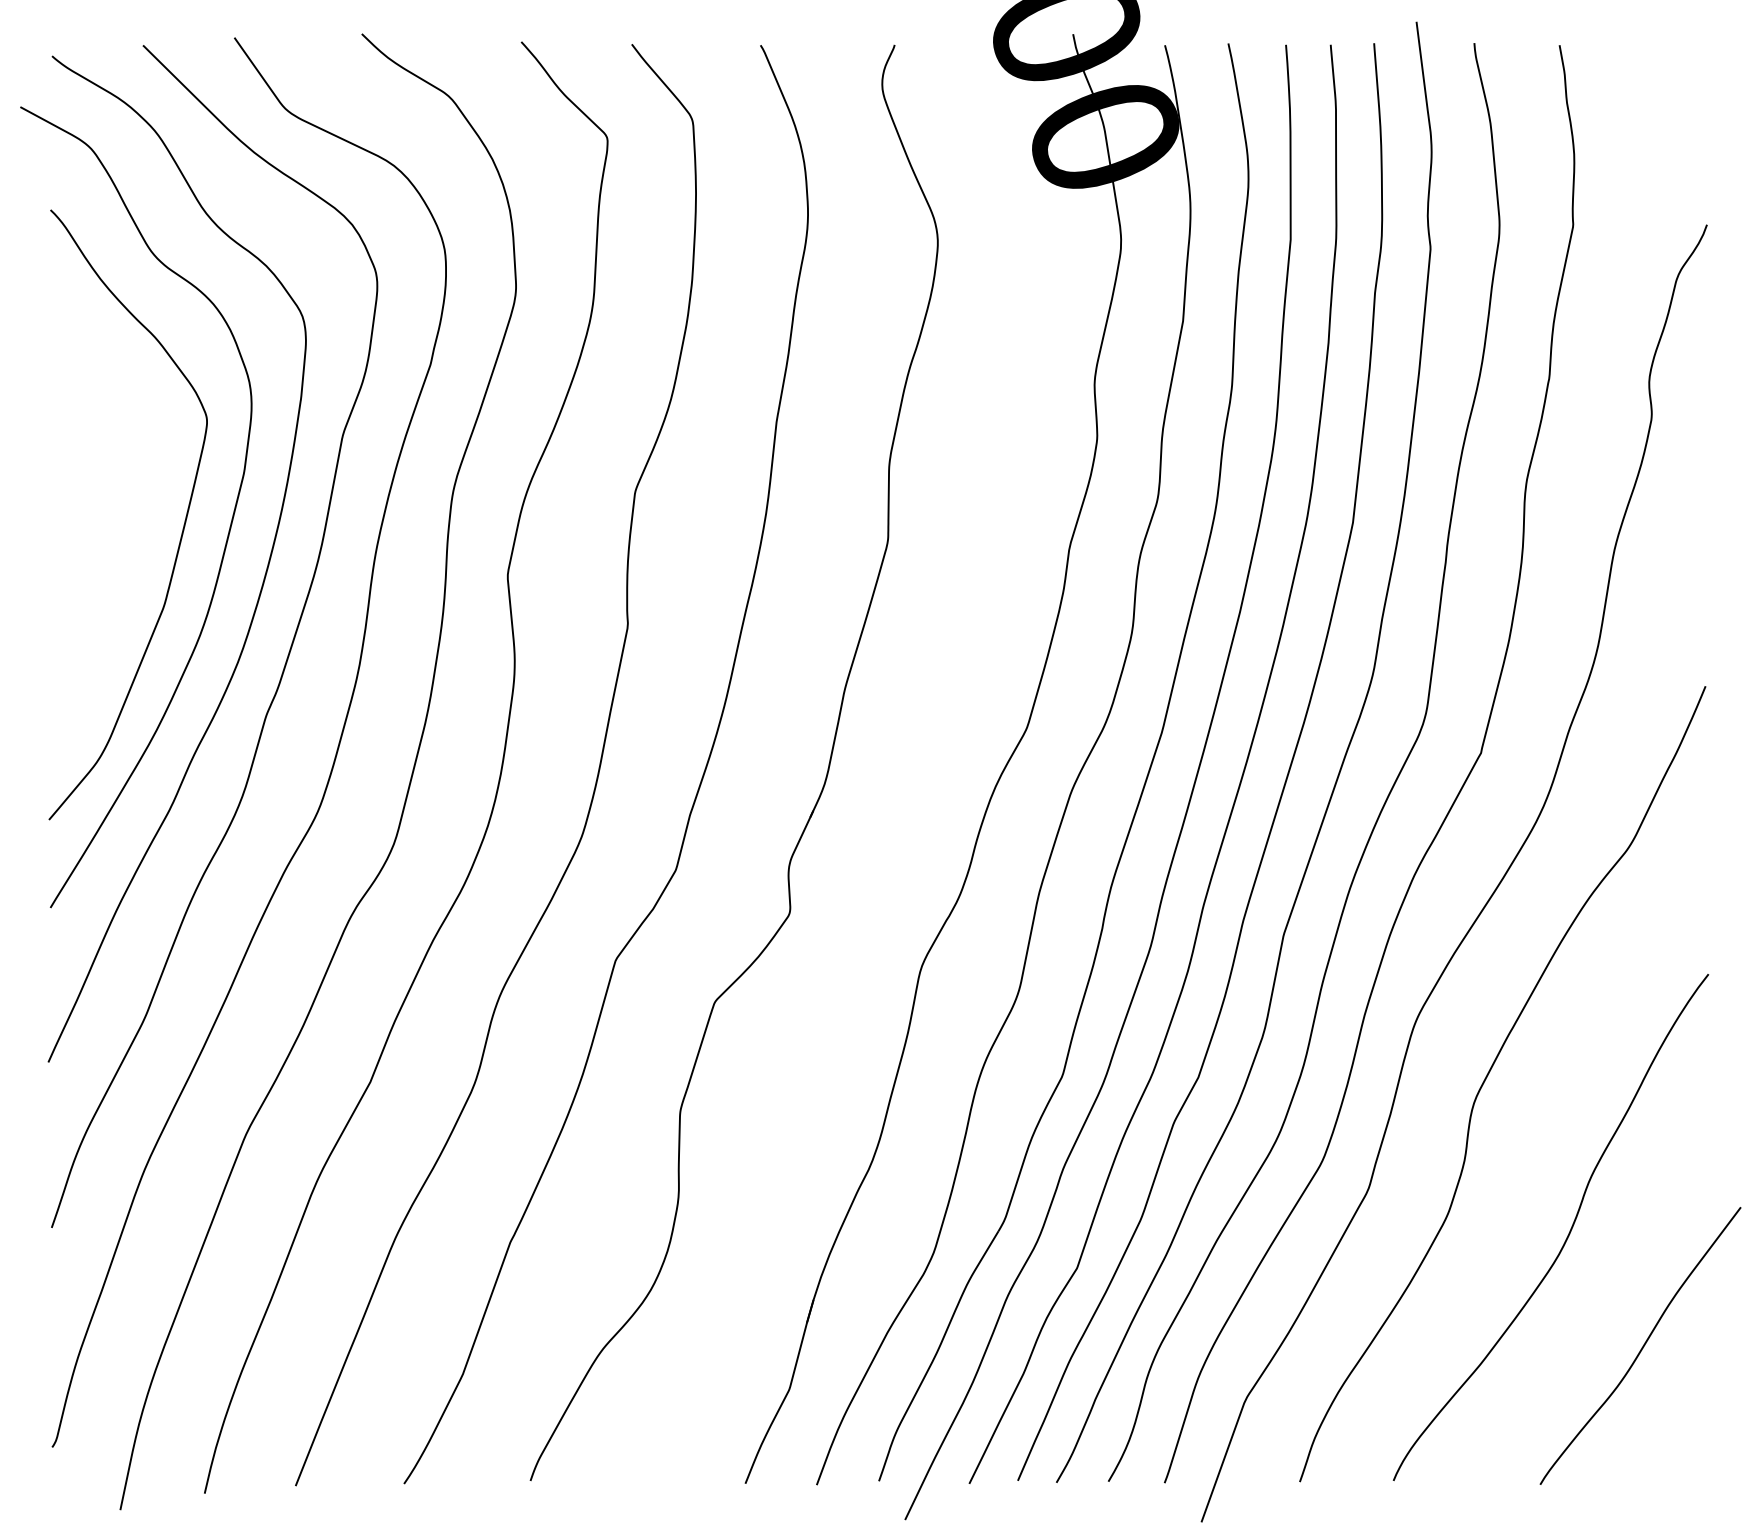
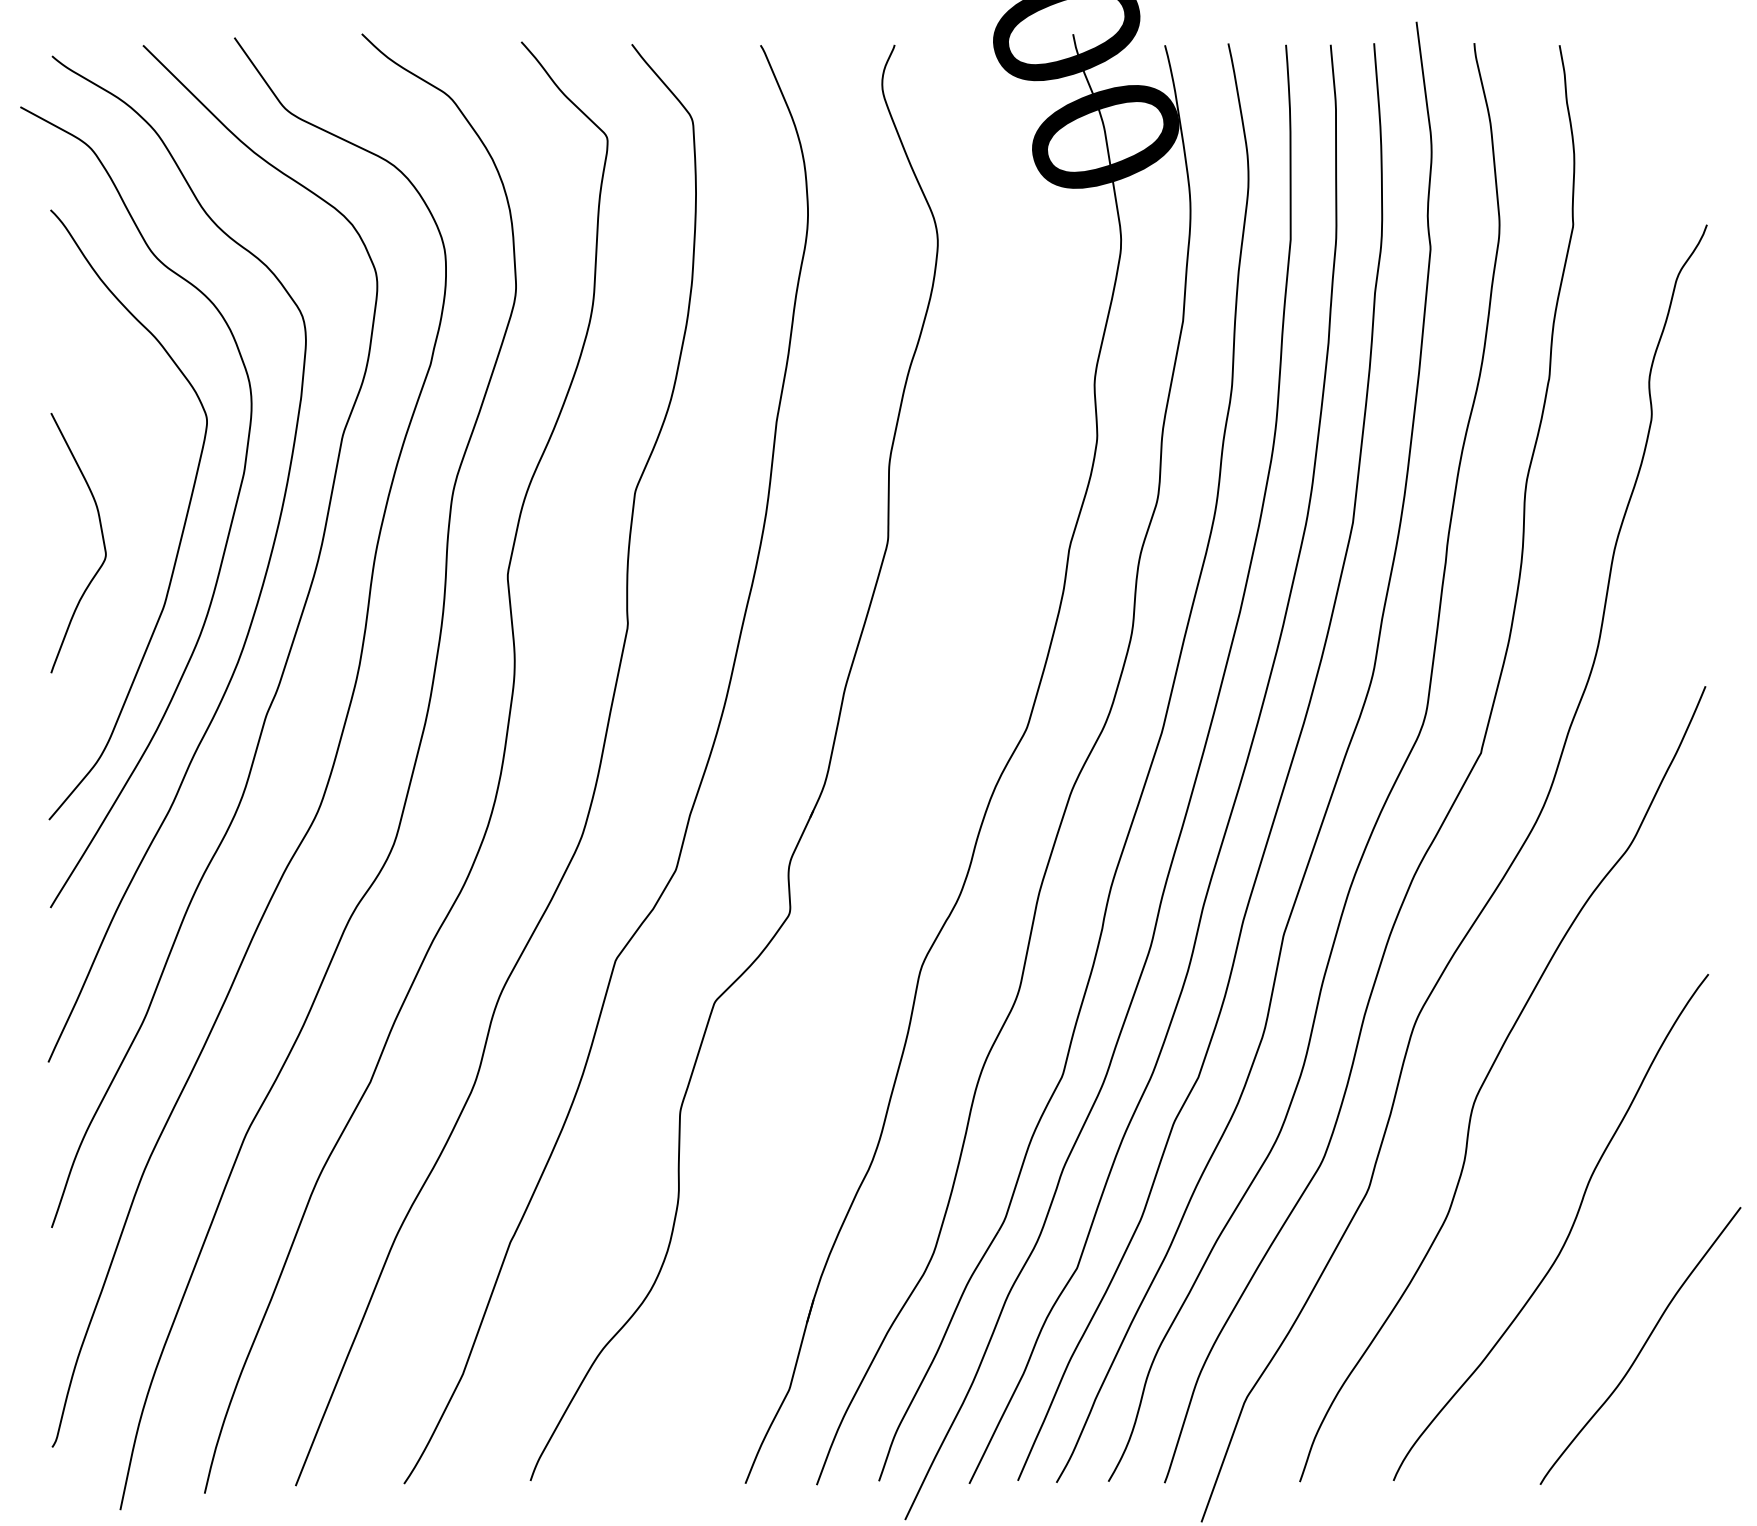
curve at (102, 541): none -> present
